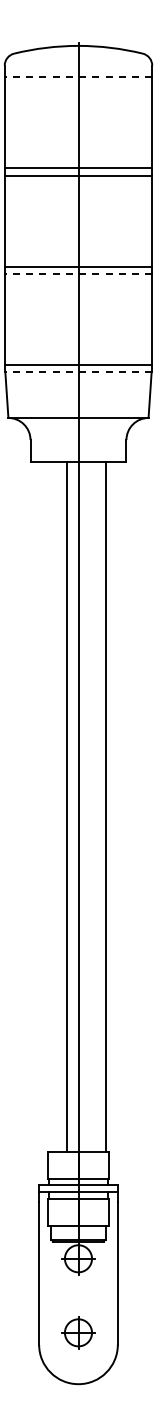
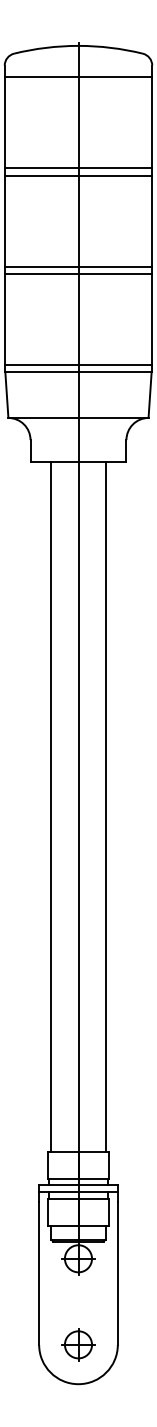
line at (78, 77): dashed -> solid
line at (78, 274): dashed -> solid
line at (78, 372): dashed -> solid
line at (67, 806) position: (67, 806) -> (51, 806)
part at (78, 1332) position: (78, 1332) -> (78, 1344)
